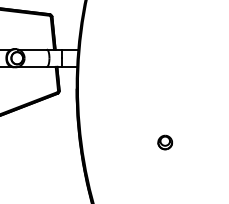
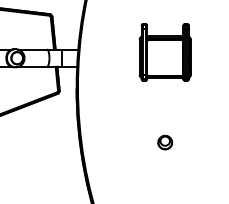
part at (164, 52): none -> present
